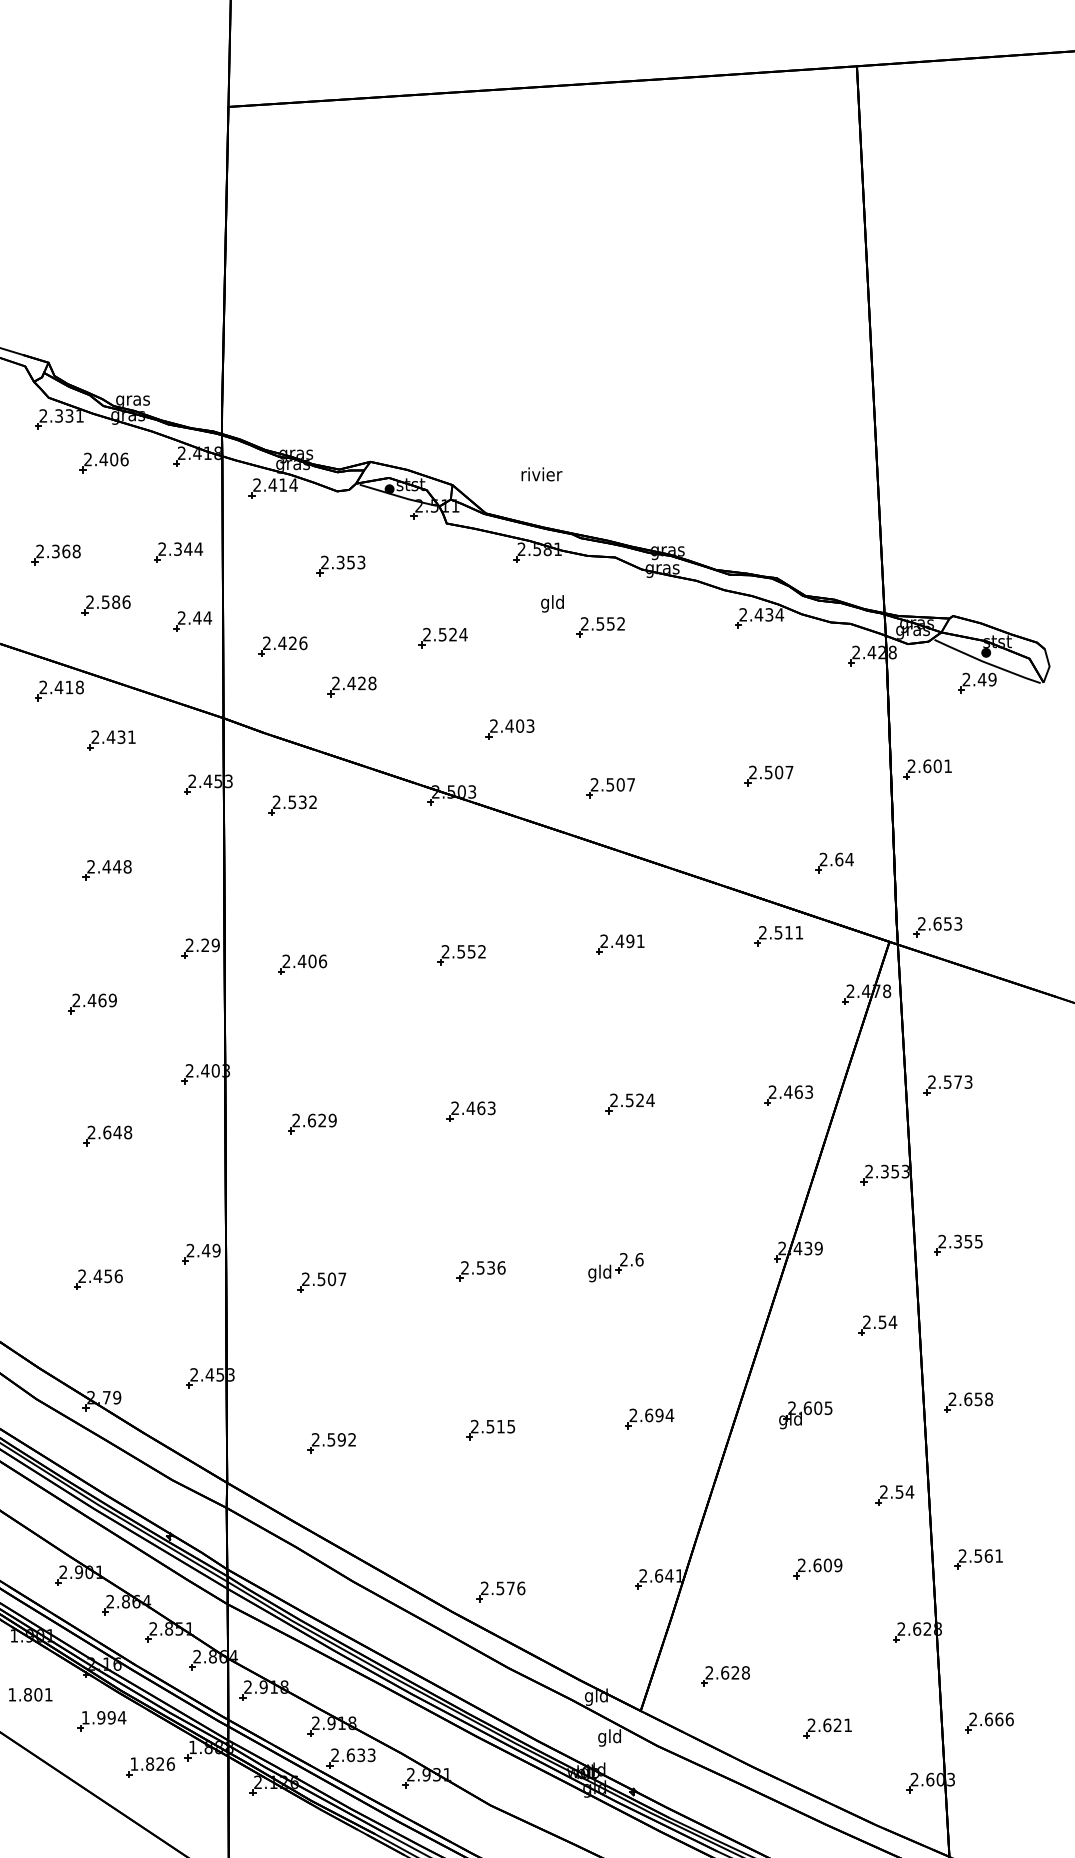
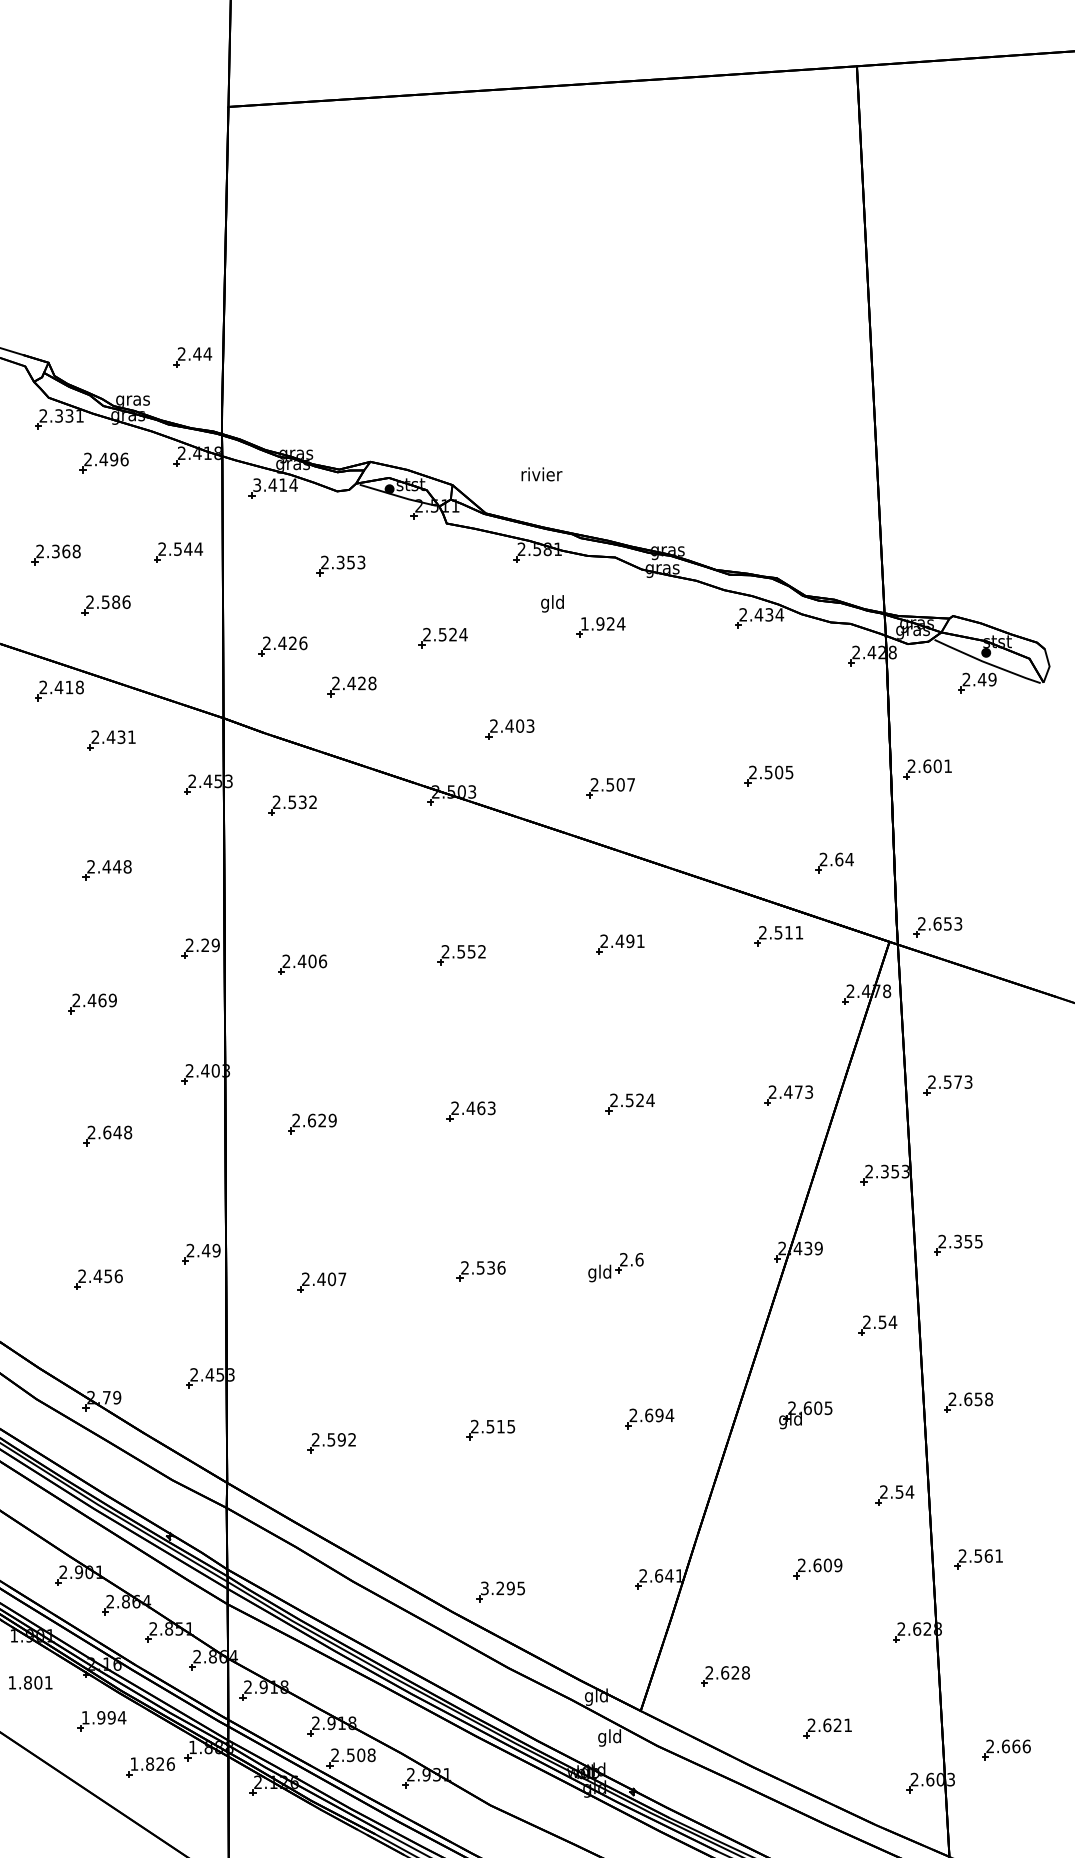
text at (114, 459): 2.406 -> 2.496
text at (257, 485): 2.414 -> 3.414
text at (177, 548): 2.344 -> 2.544
part at (192, 621) position: (192, 621) -> (192, 357)
text at (602, 623): 2.552 -> 1.924
text at (789, 772): 2.507 -> 2.505
text at (798, 1091): 2.463 -> 2.473
text at (321, 1279): 2.507 -> 2.407
text at (503, 1588): 2.576 -> 3.295
text at (30, 1694) position: (30, 1694) -> (30, 1682)
part at (989, 1722) position: (989, 1722) -> (1006, 1749)
text at (360, 1755): 2.633 -> 2.508
